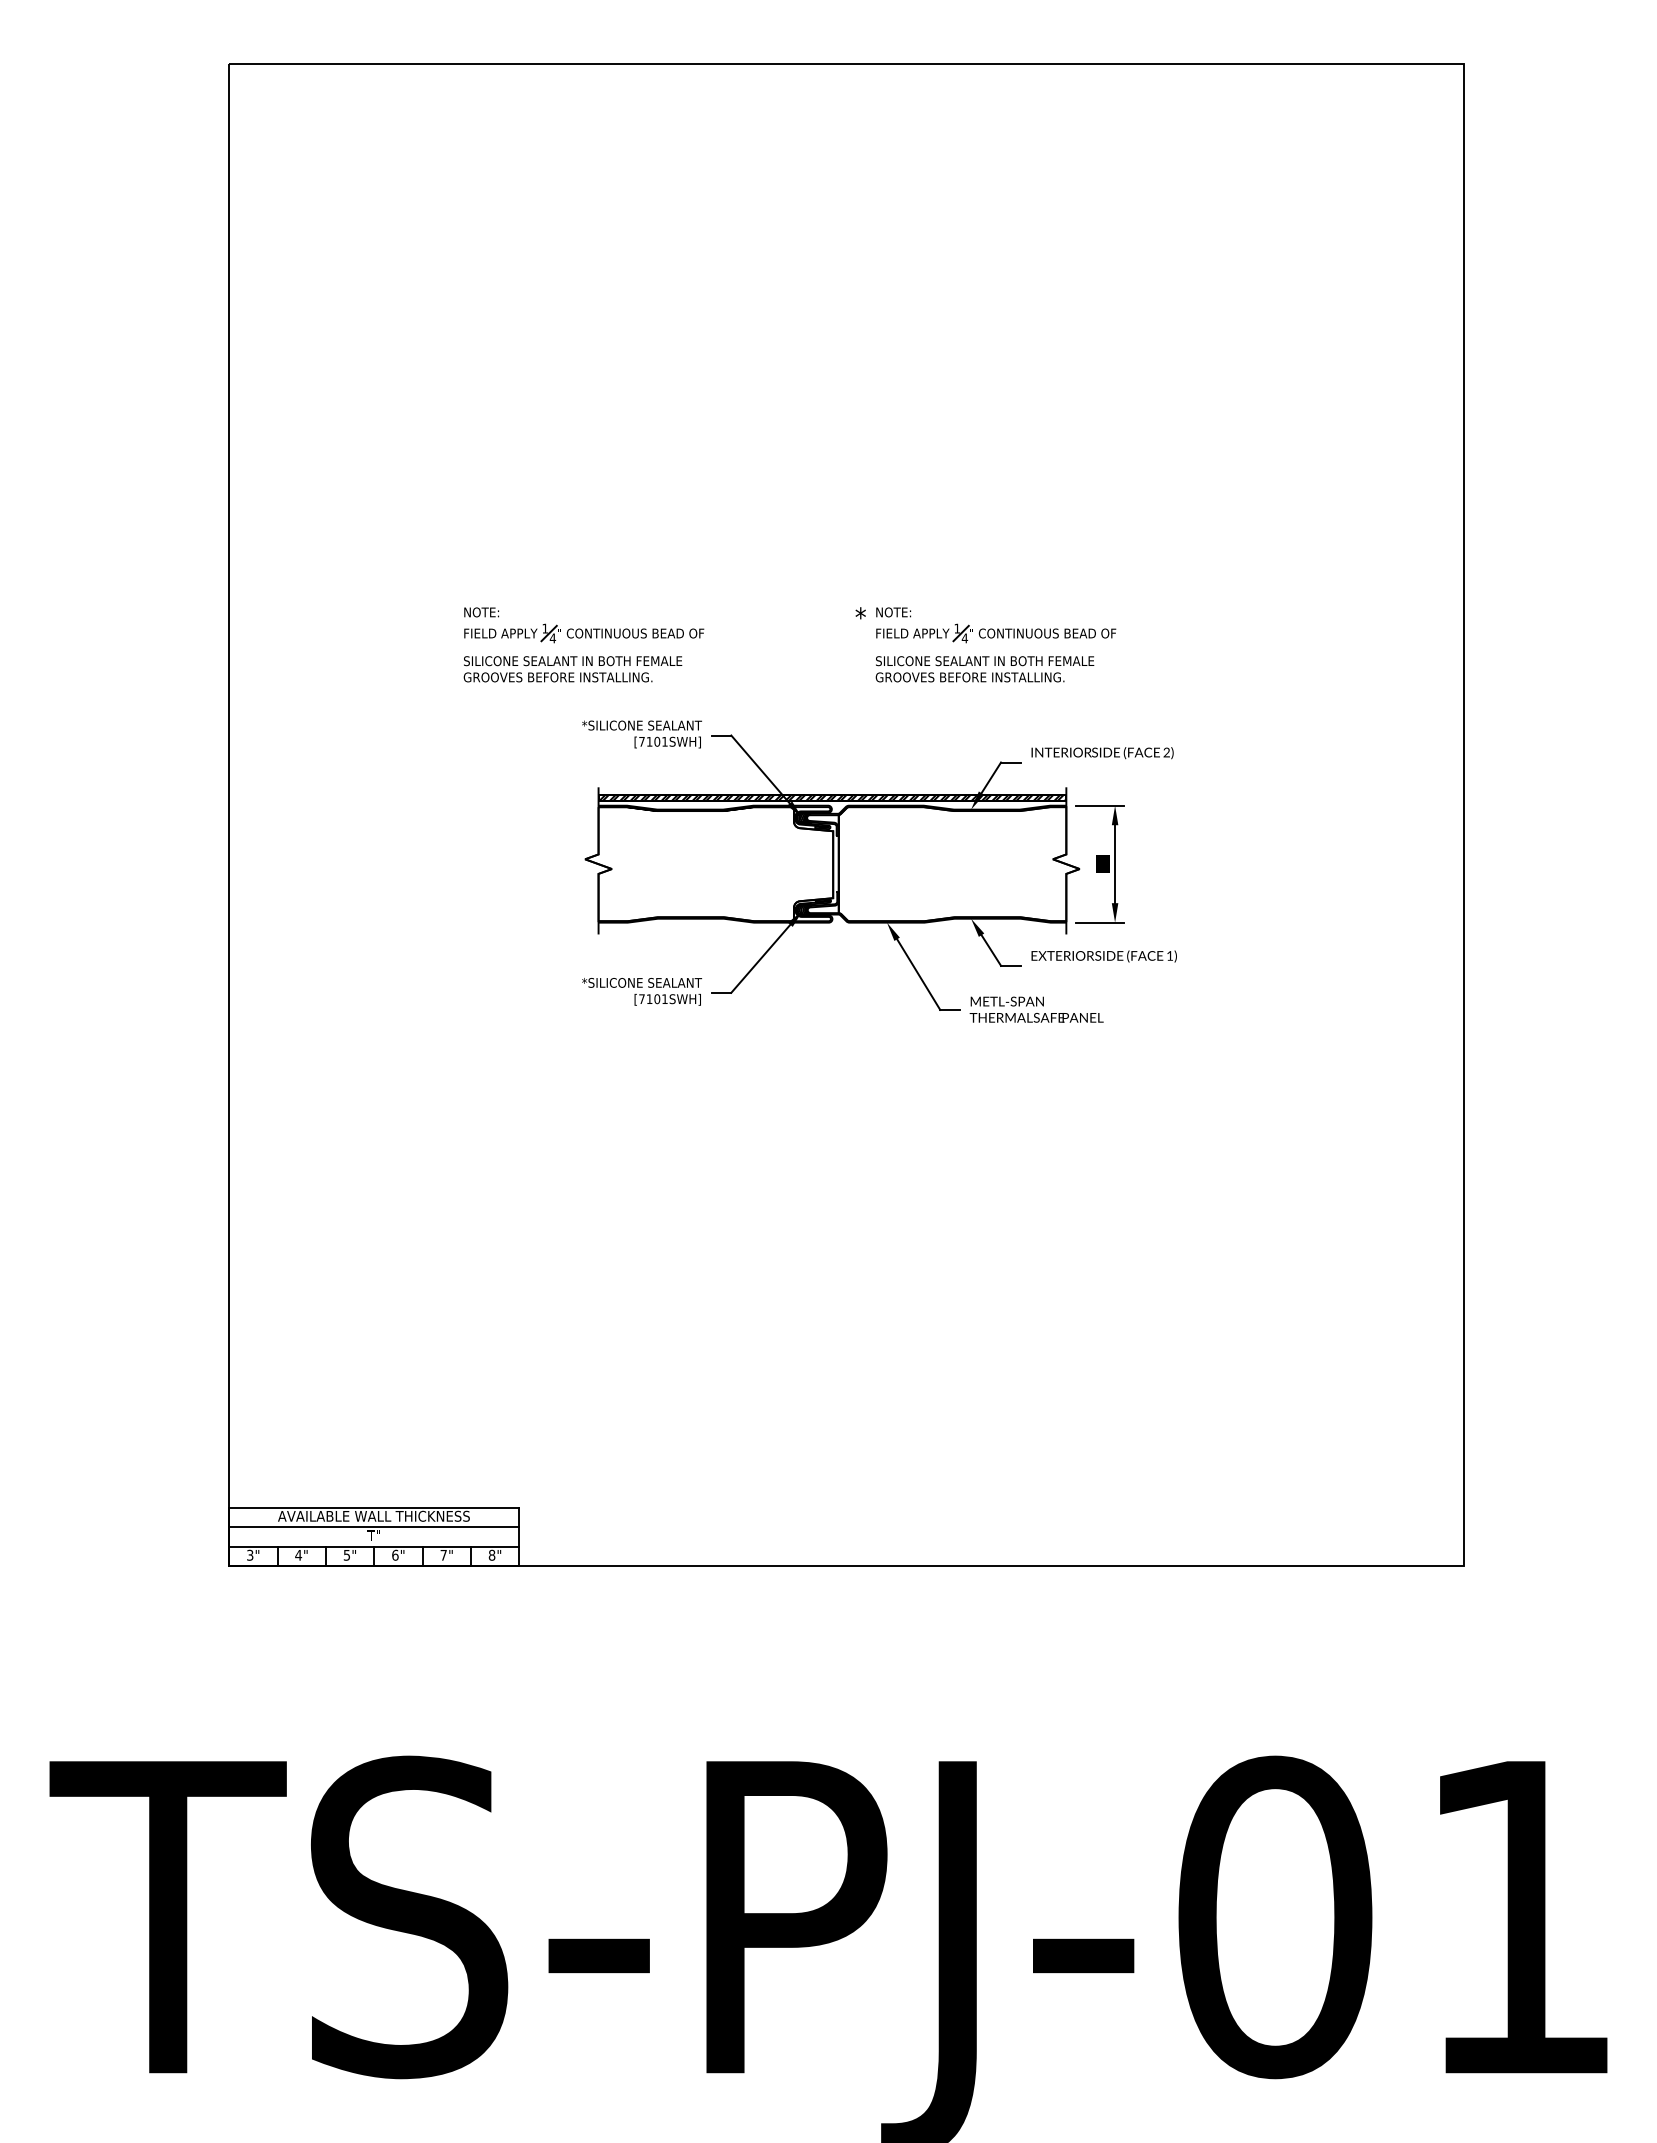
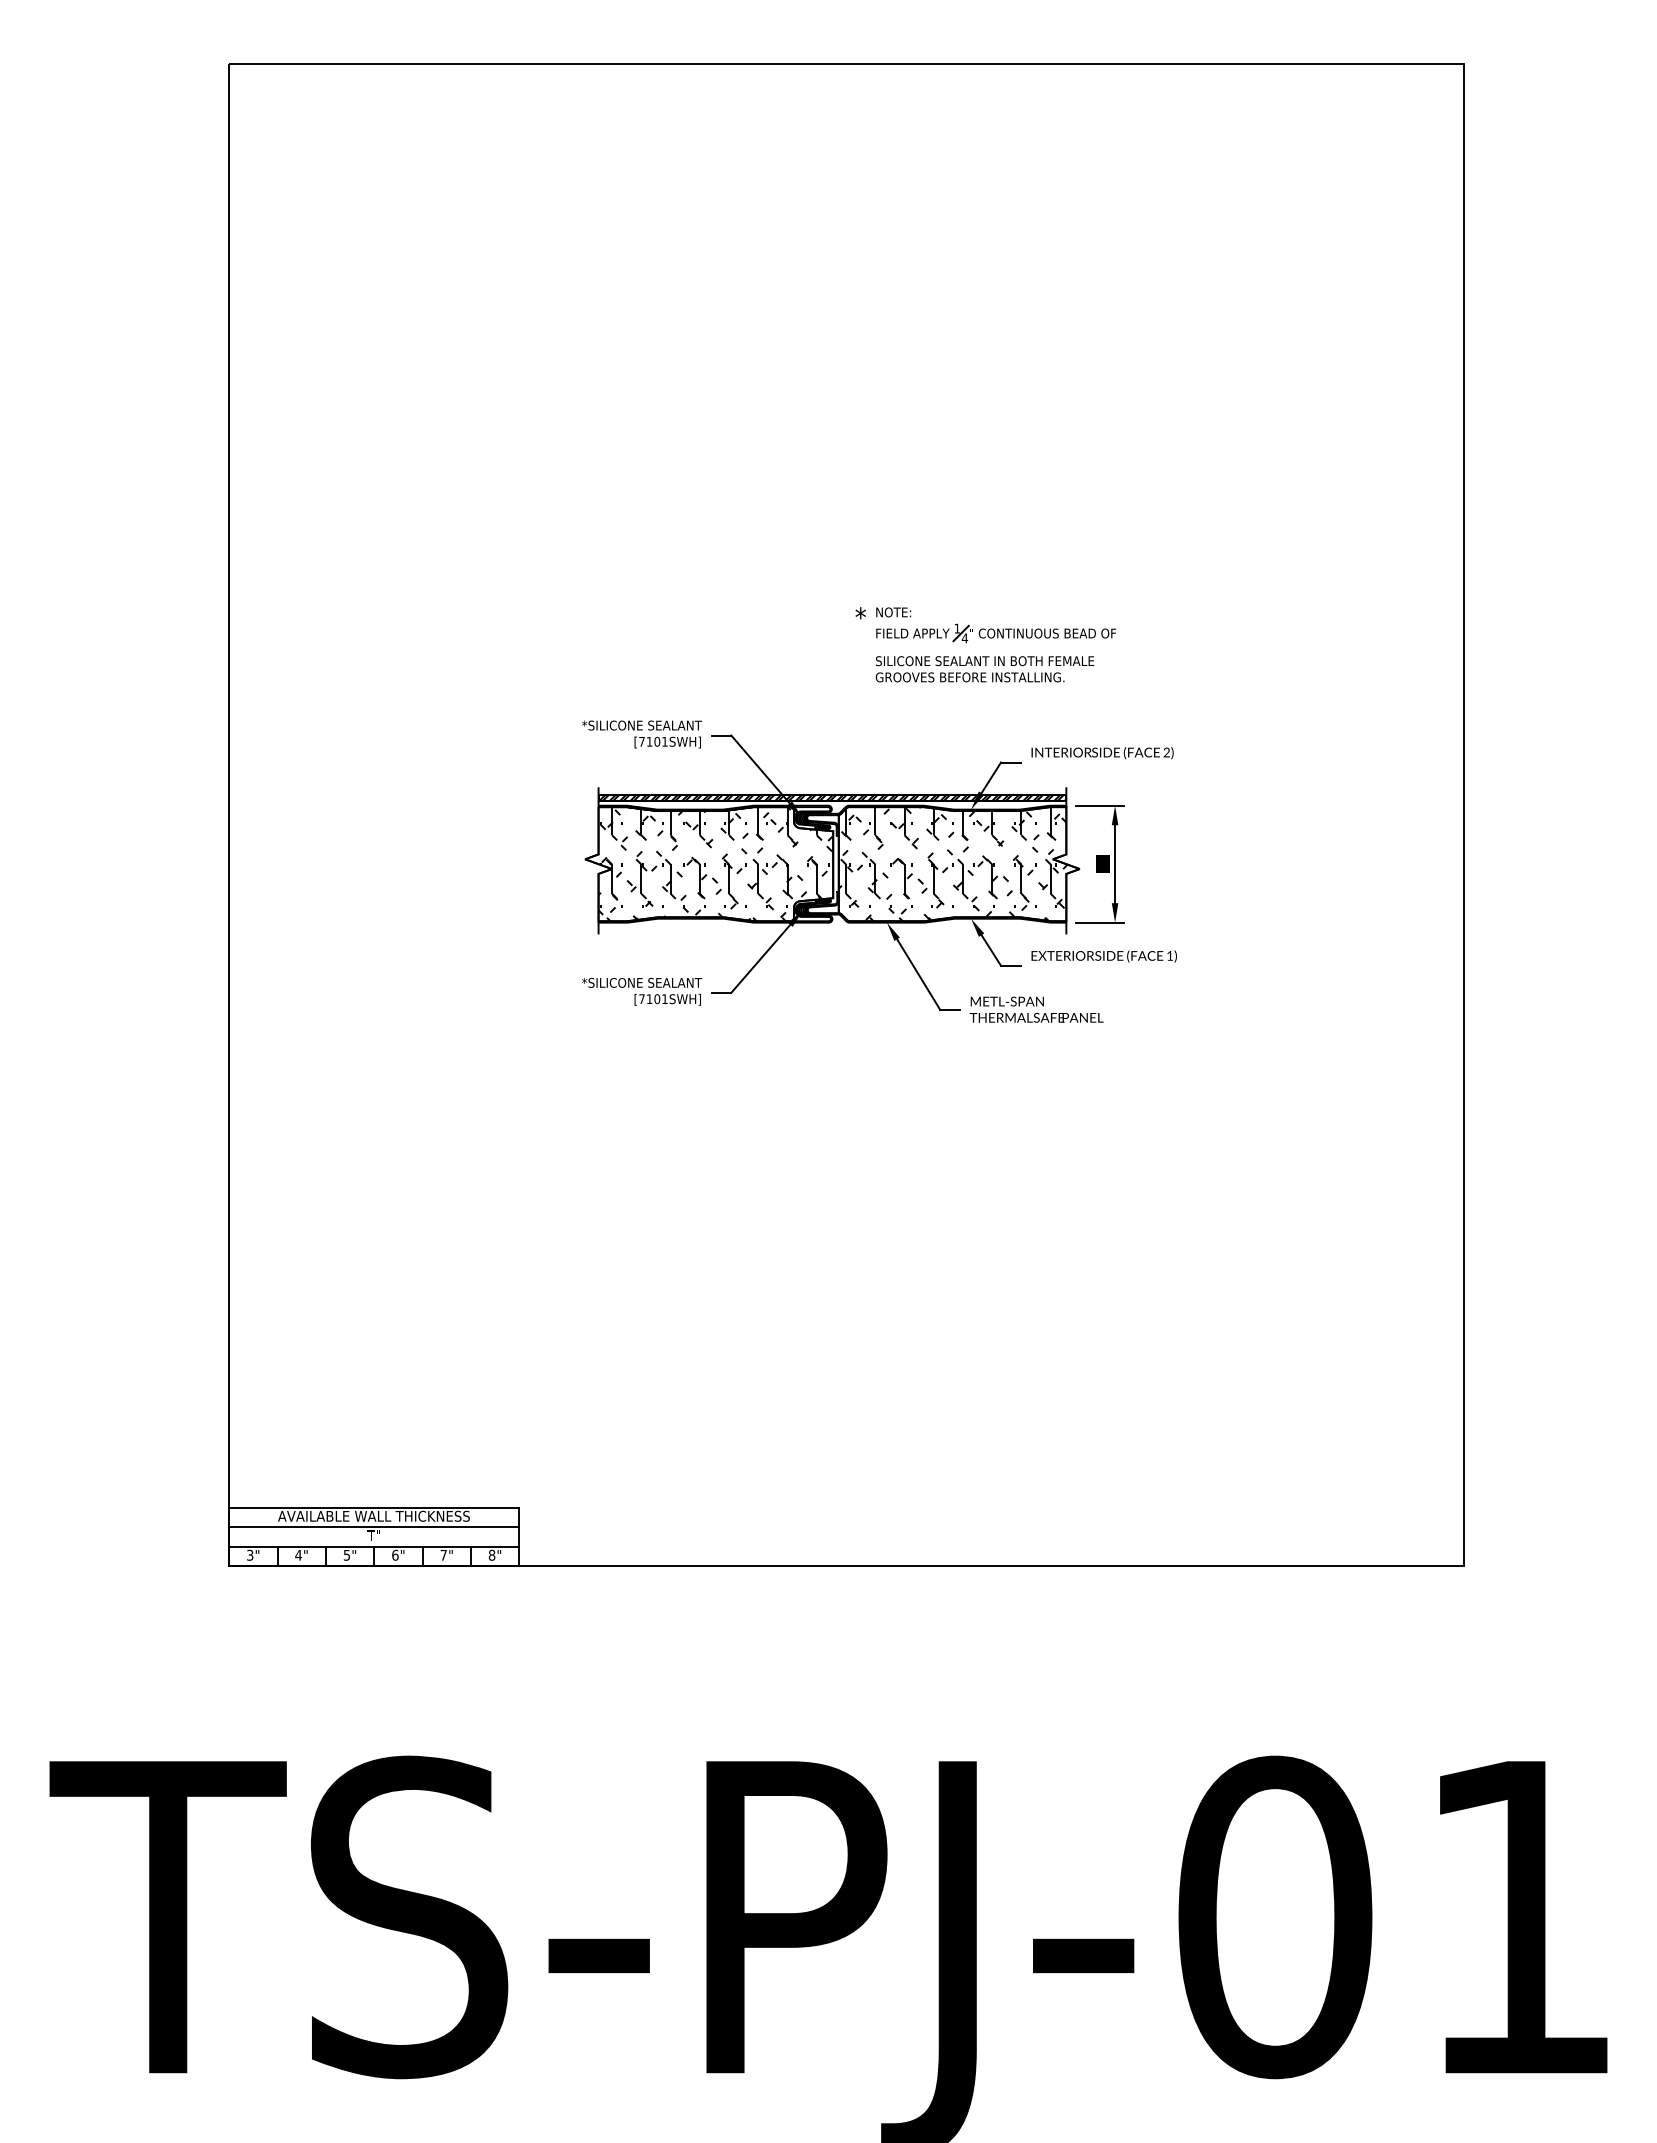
part at (585, 638): present -> none
hatch at (715, 864): none -> present
hatch at (952, 864): none -> present
